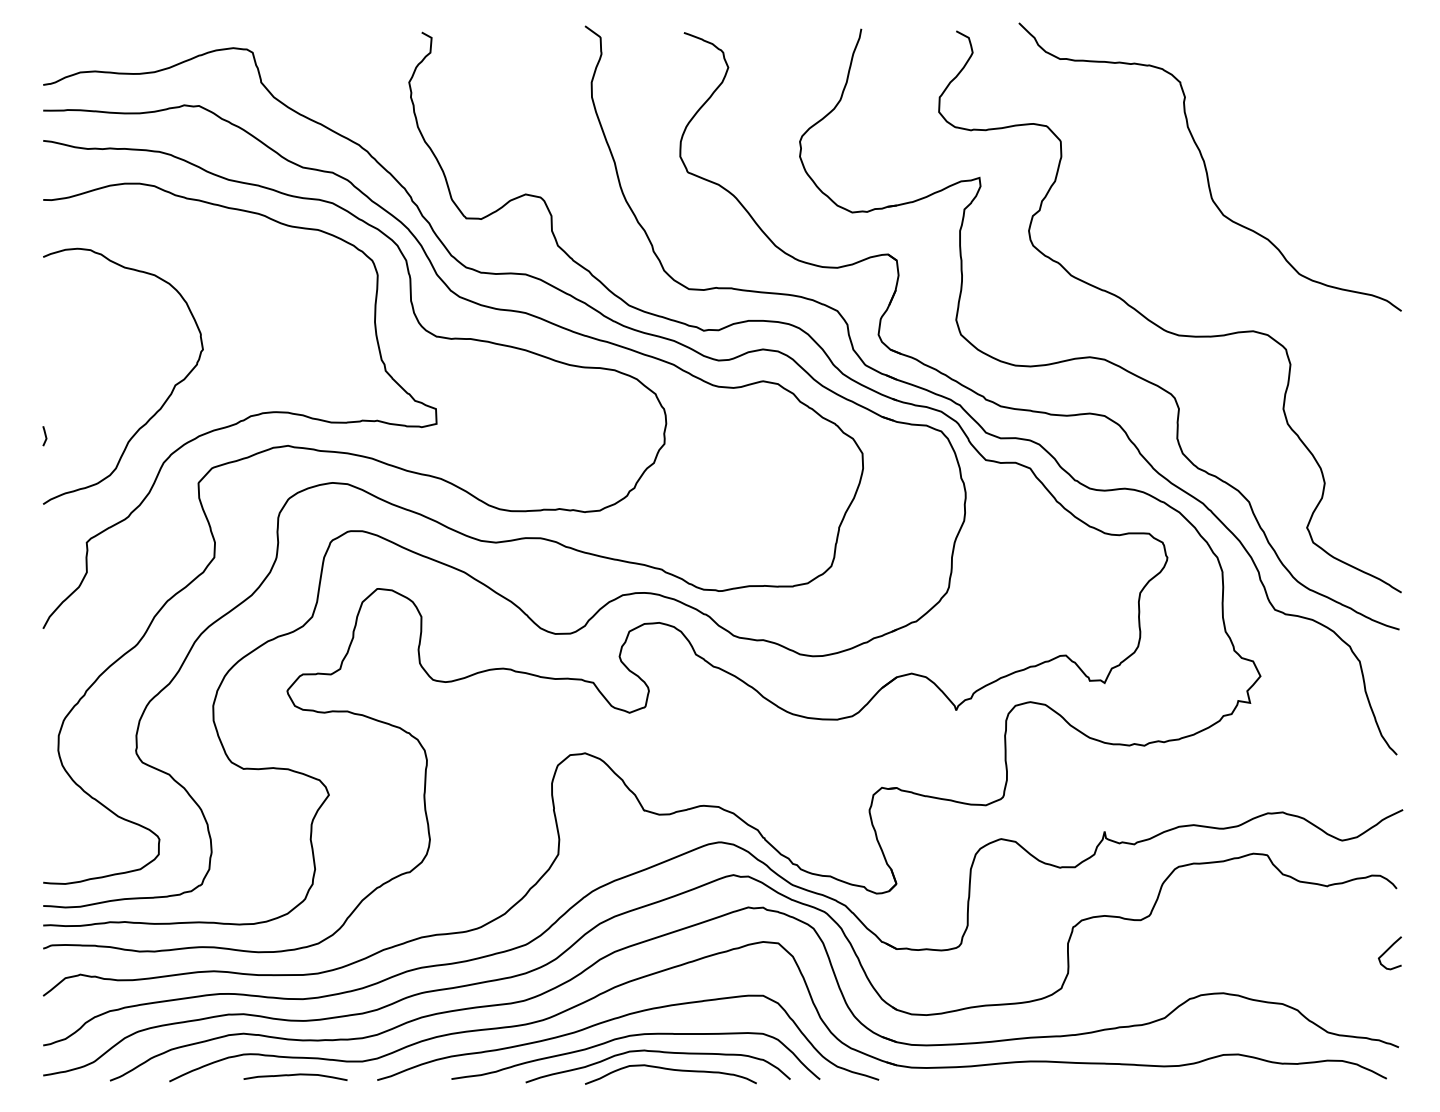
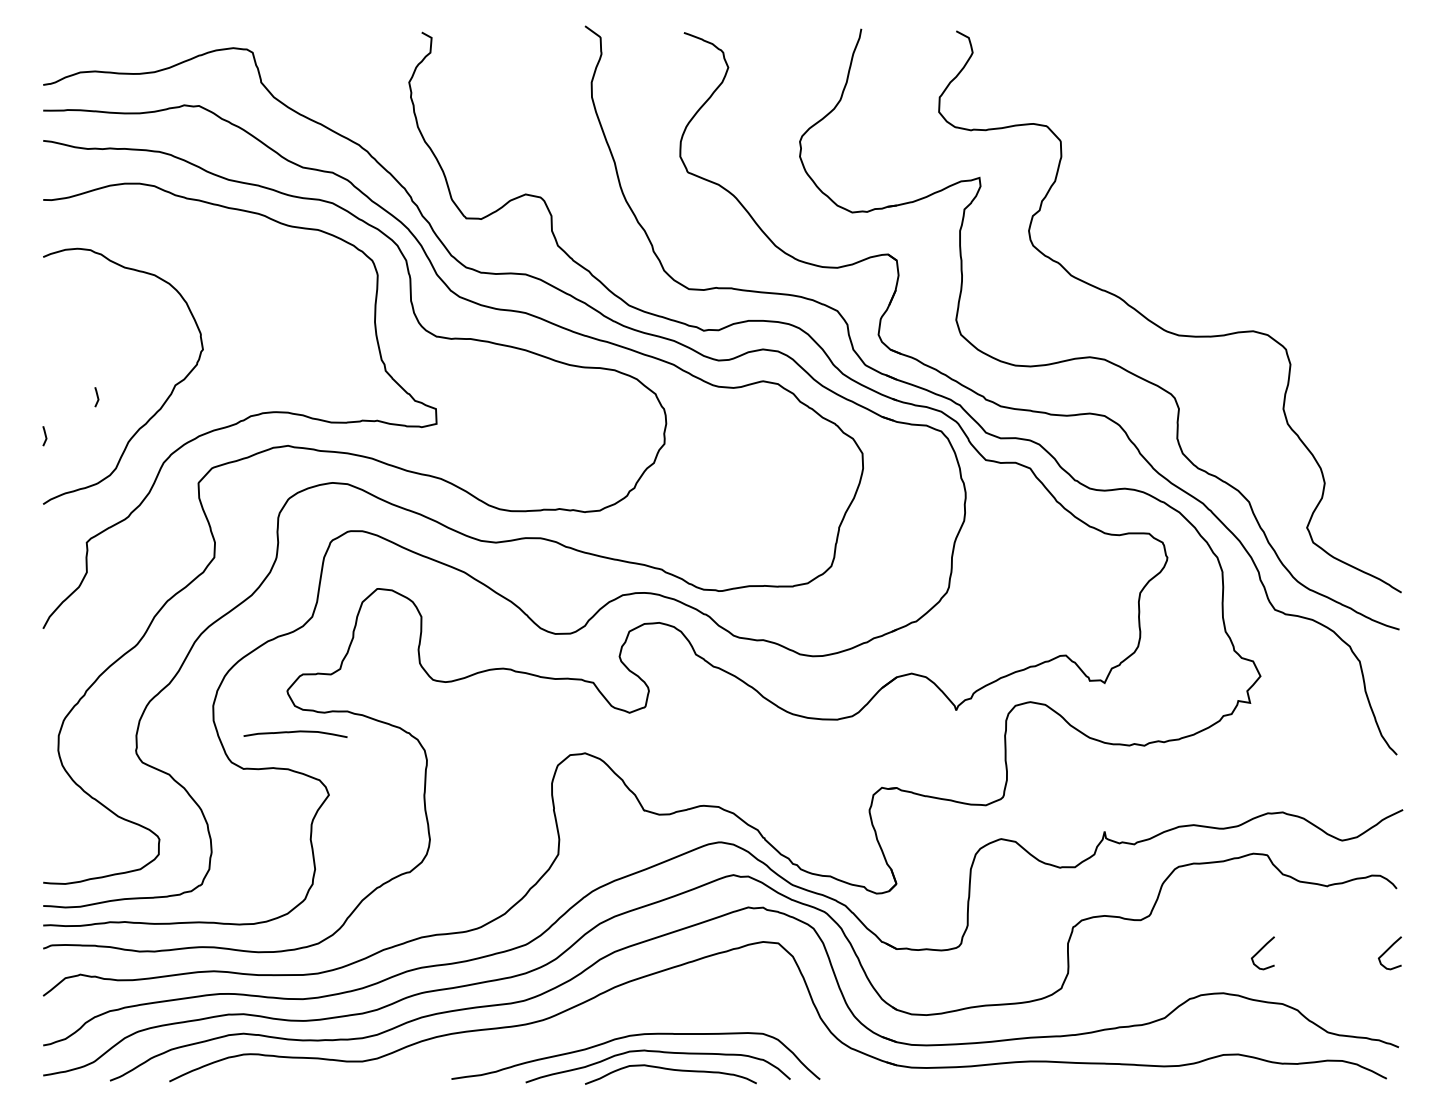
curve at (1206, 166): present -> none
line at (96, 396): none -> present
curve at (1260, 951): none -> present
curve at (622, 1017): present -> none
curve at (295, 1075) position: (295, 1075) -> (295, 732)
